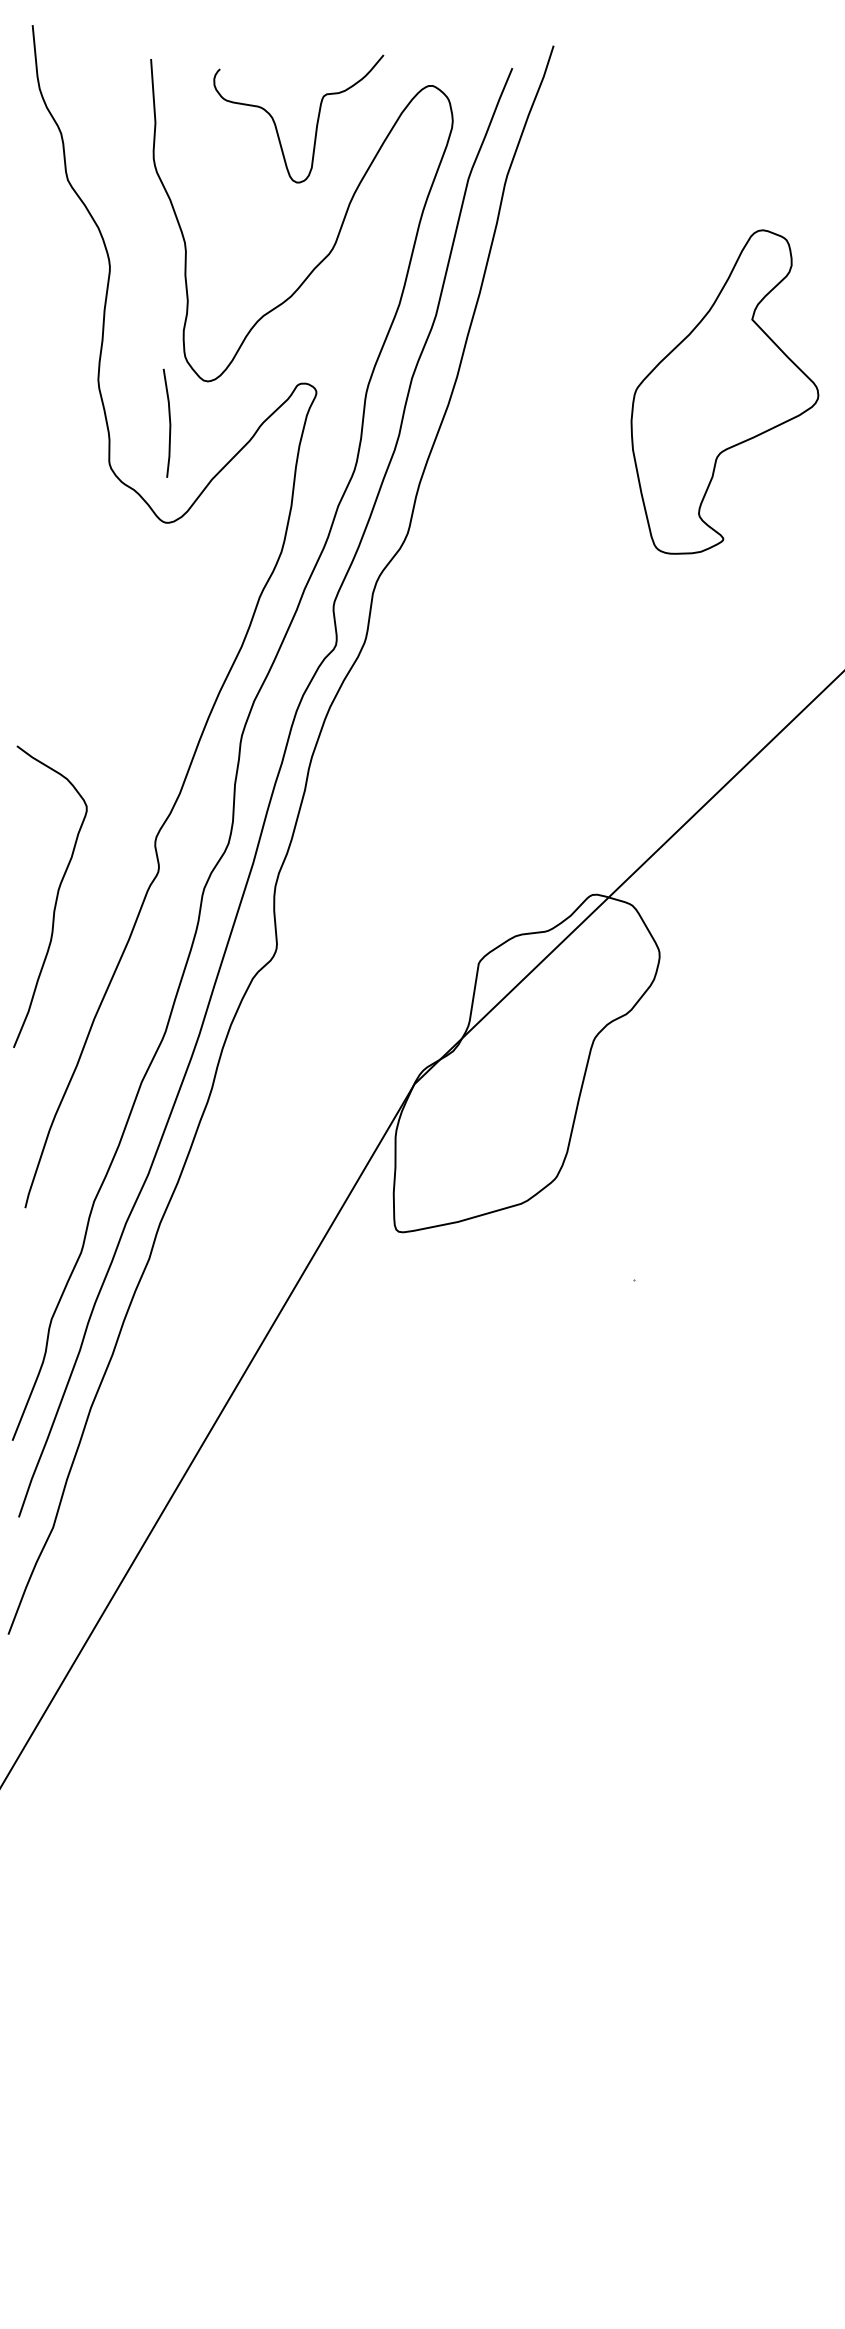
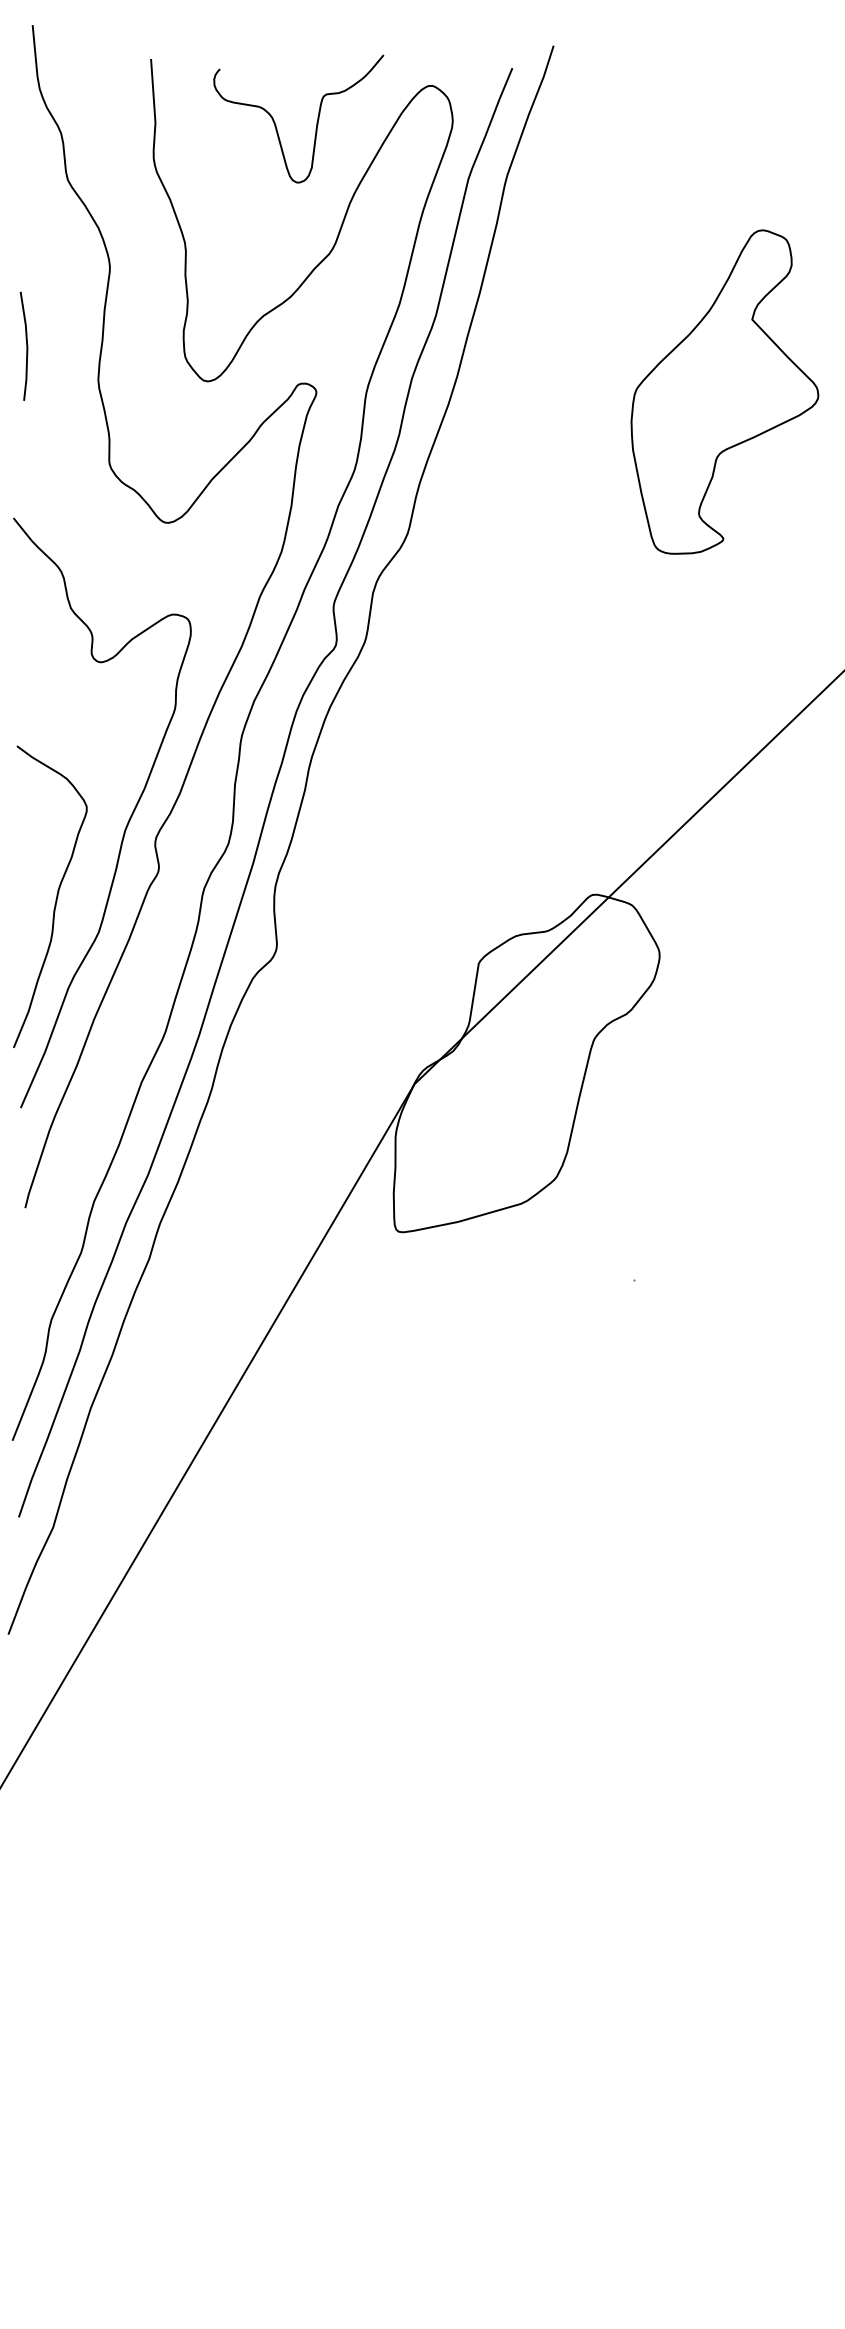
line at (169, 422) position: (169, 422) -> (26, 345)
curve at (126, 824): none -> present
